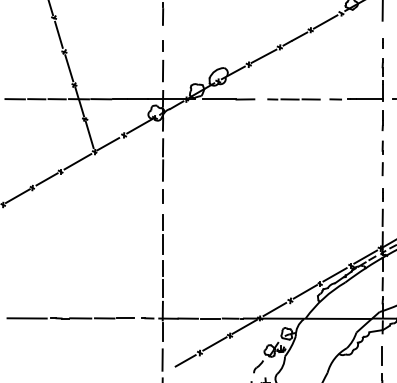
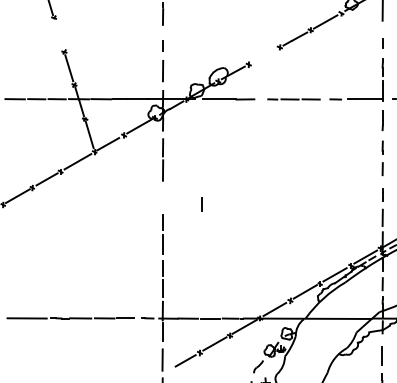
line at (58, 34): present -> none
line at (263, 55): present -> none
line at (162, 196) position: (162, 196) -> (201, 204)
